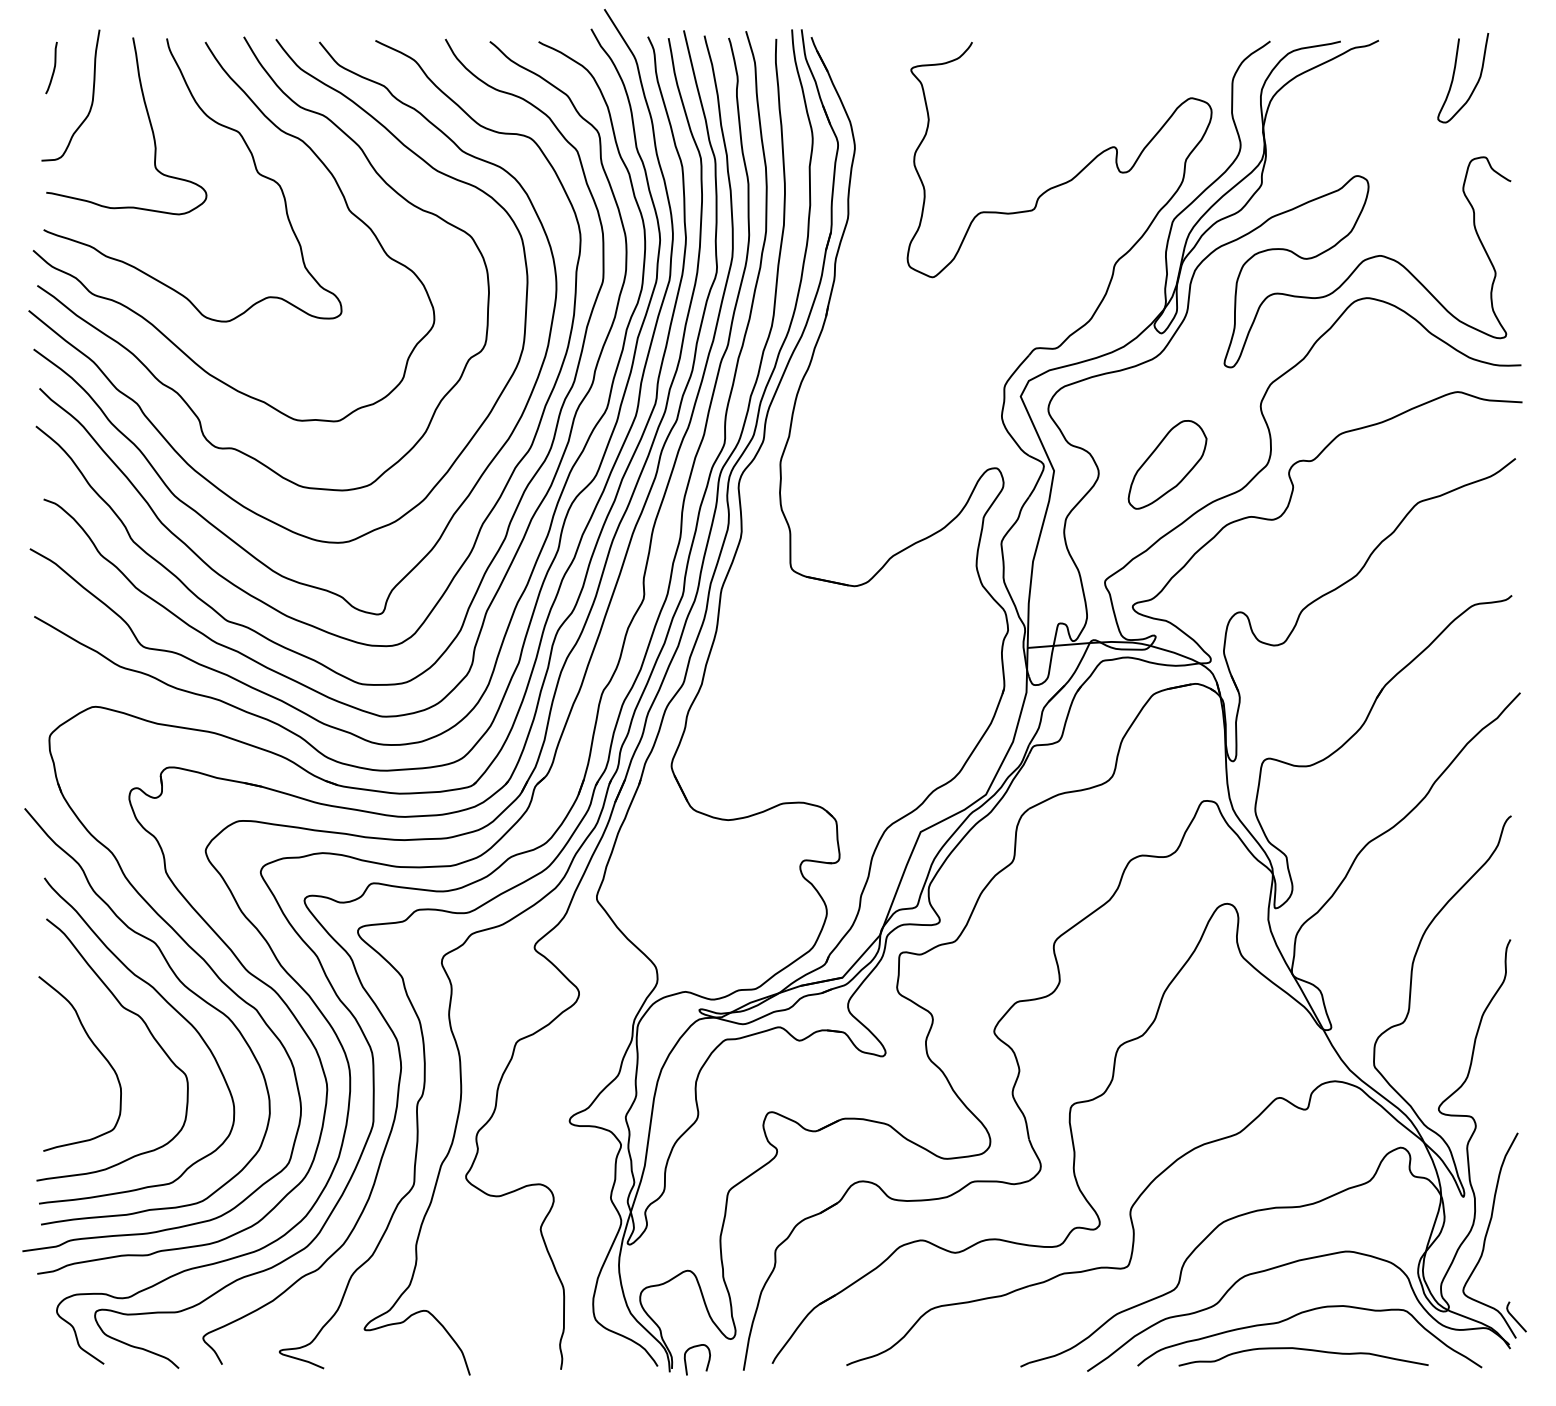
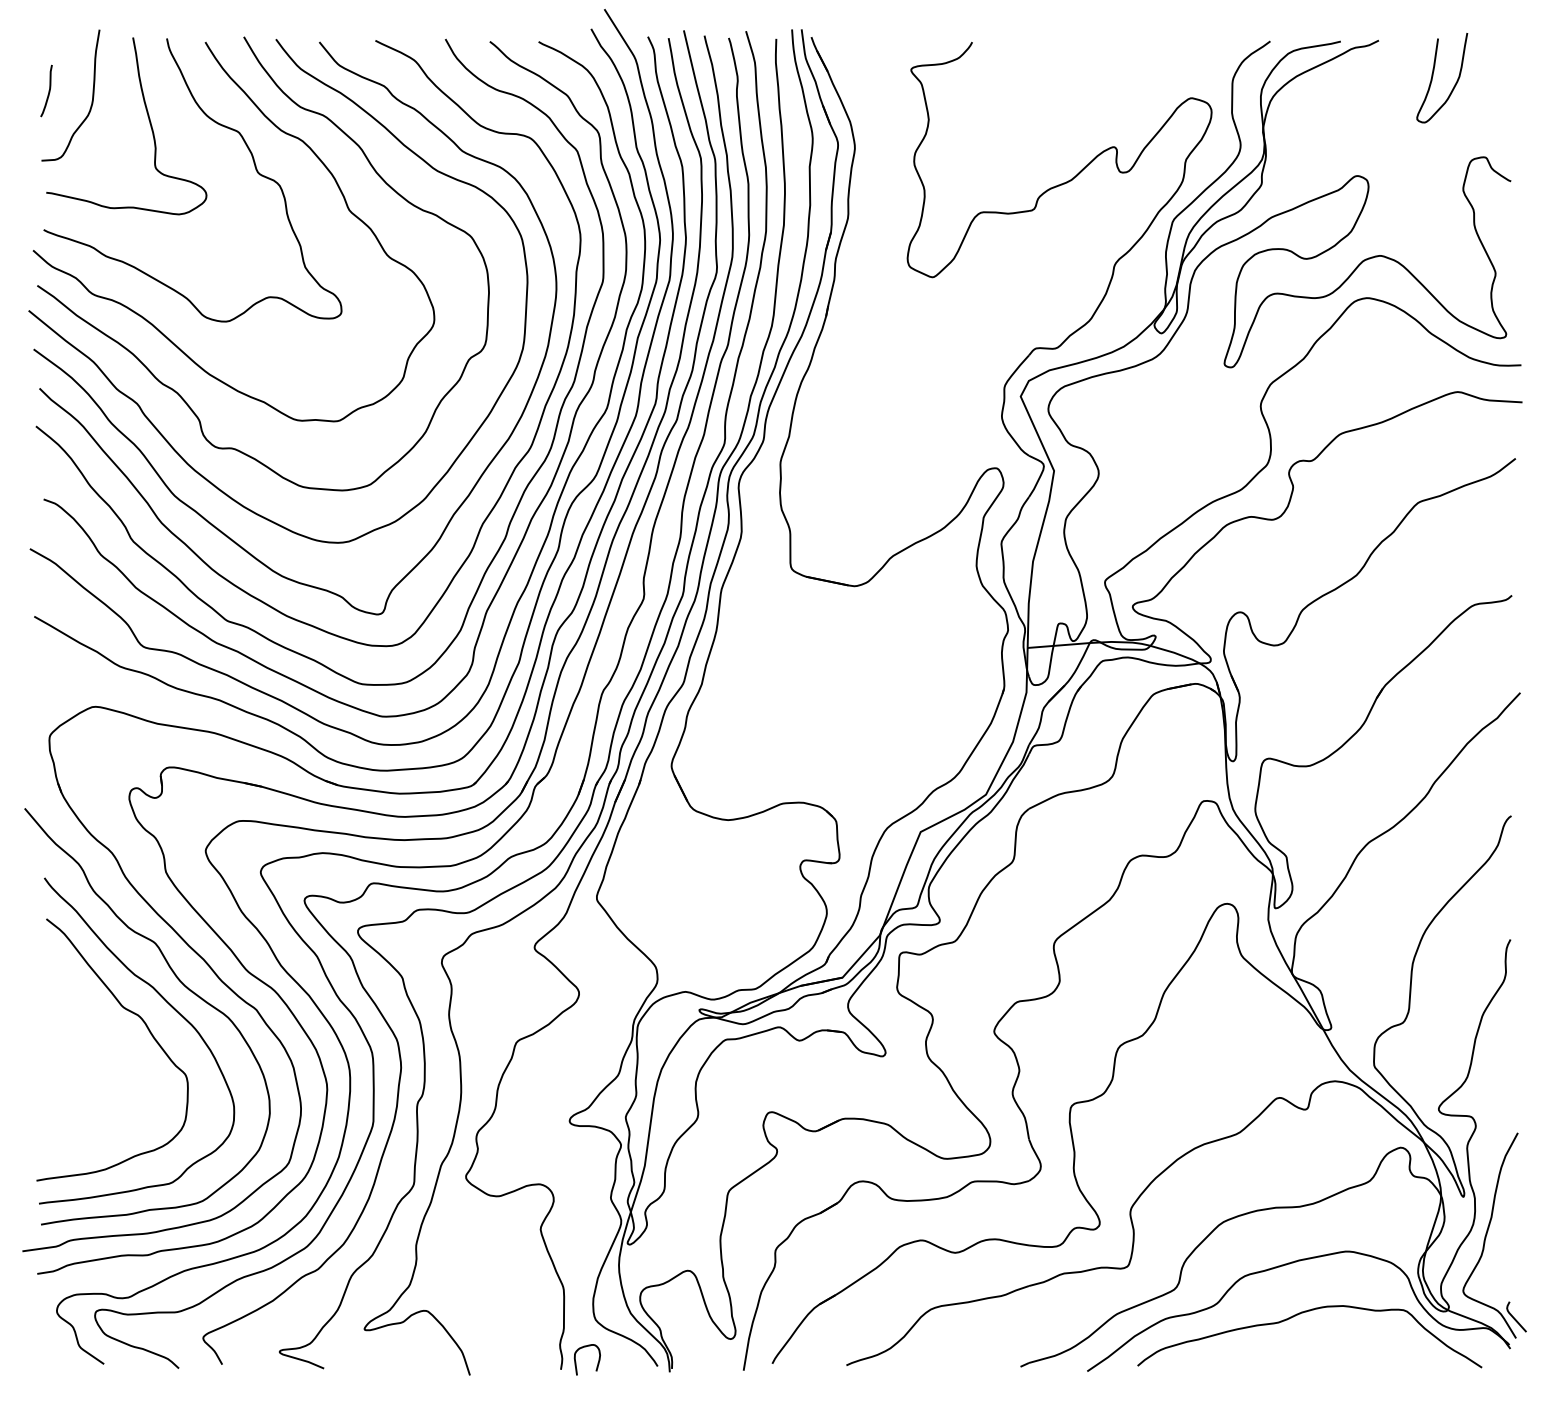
curve at (53, 67) position: (53, 67) -> (48, 90)
curve at (1454, 76) position: (1454, 76) -> (1433, 76)
part at (1167, 464): present -> none
curve at (97, 1050): present -> none
curve at (1303, 1350): present -> none
curve at (686, 1361) position: (686, 1361) -> (576, 1361)
